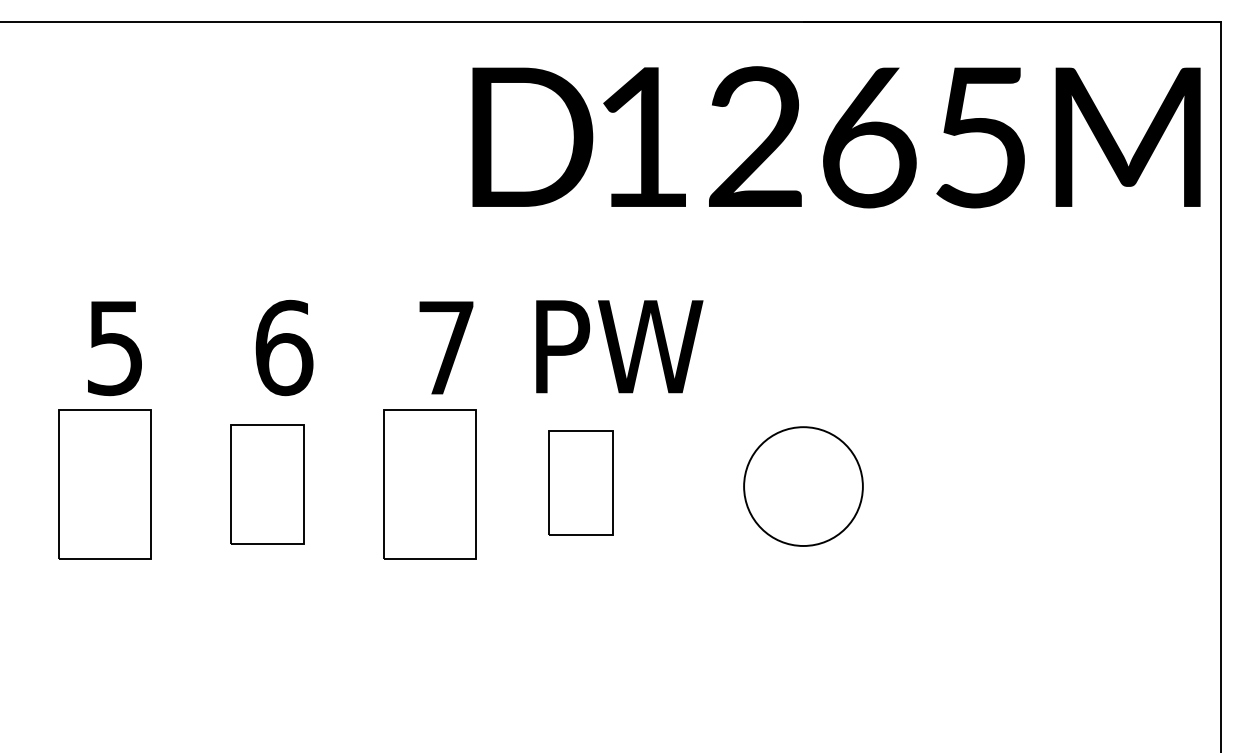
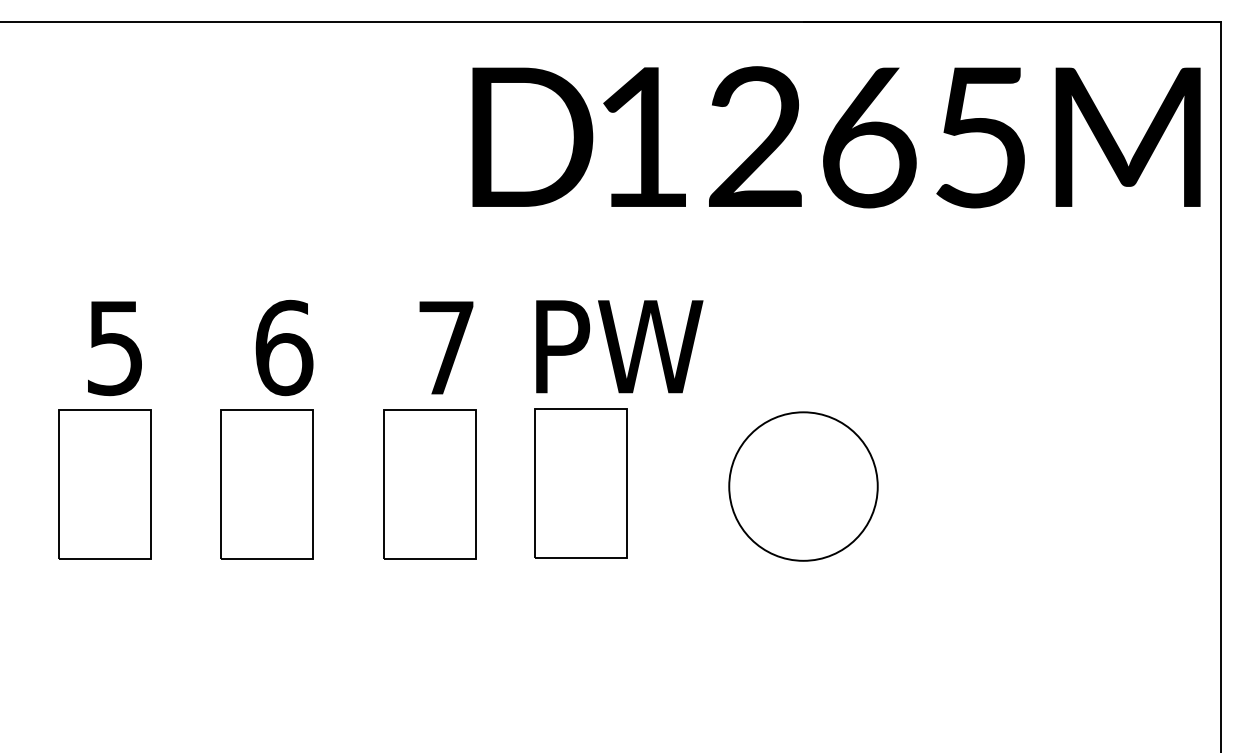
part at (580, 482) size: 66x106 px -> 94x151 px
part at (267, 484) size: 75x121 px -> 94x151 px
circle at (803, 486) diameter: 119 px -> 149 px
